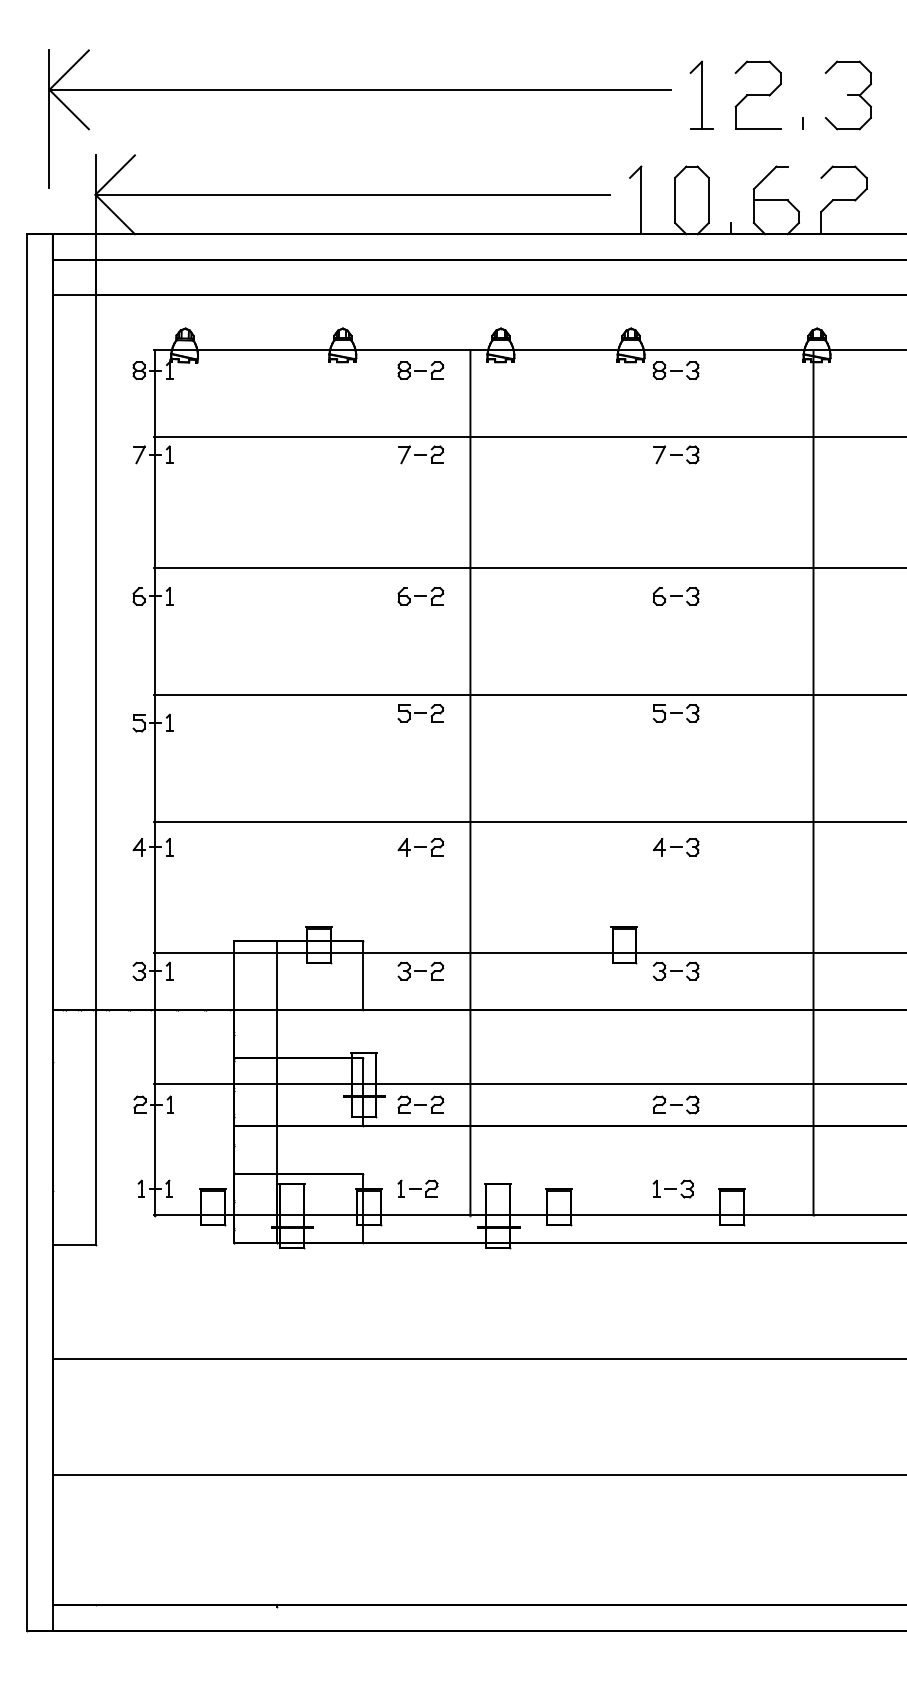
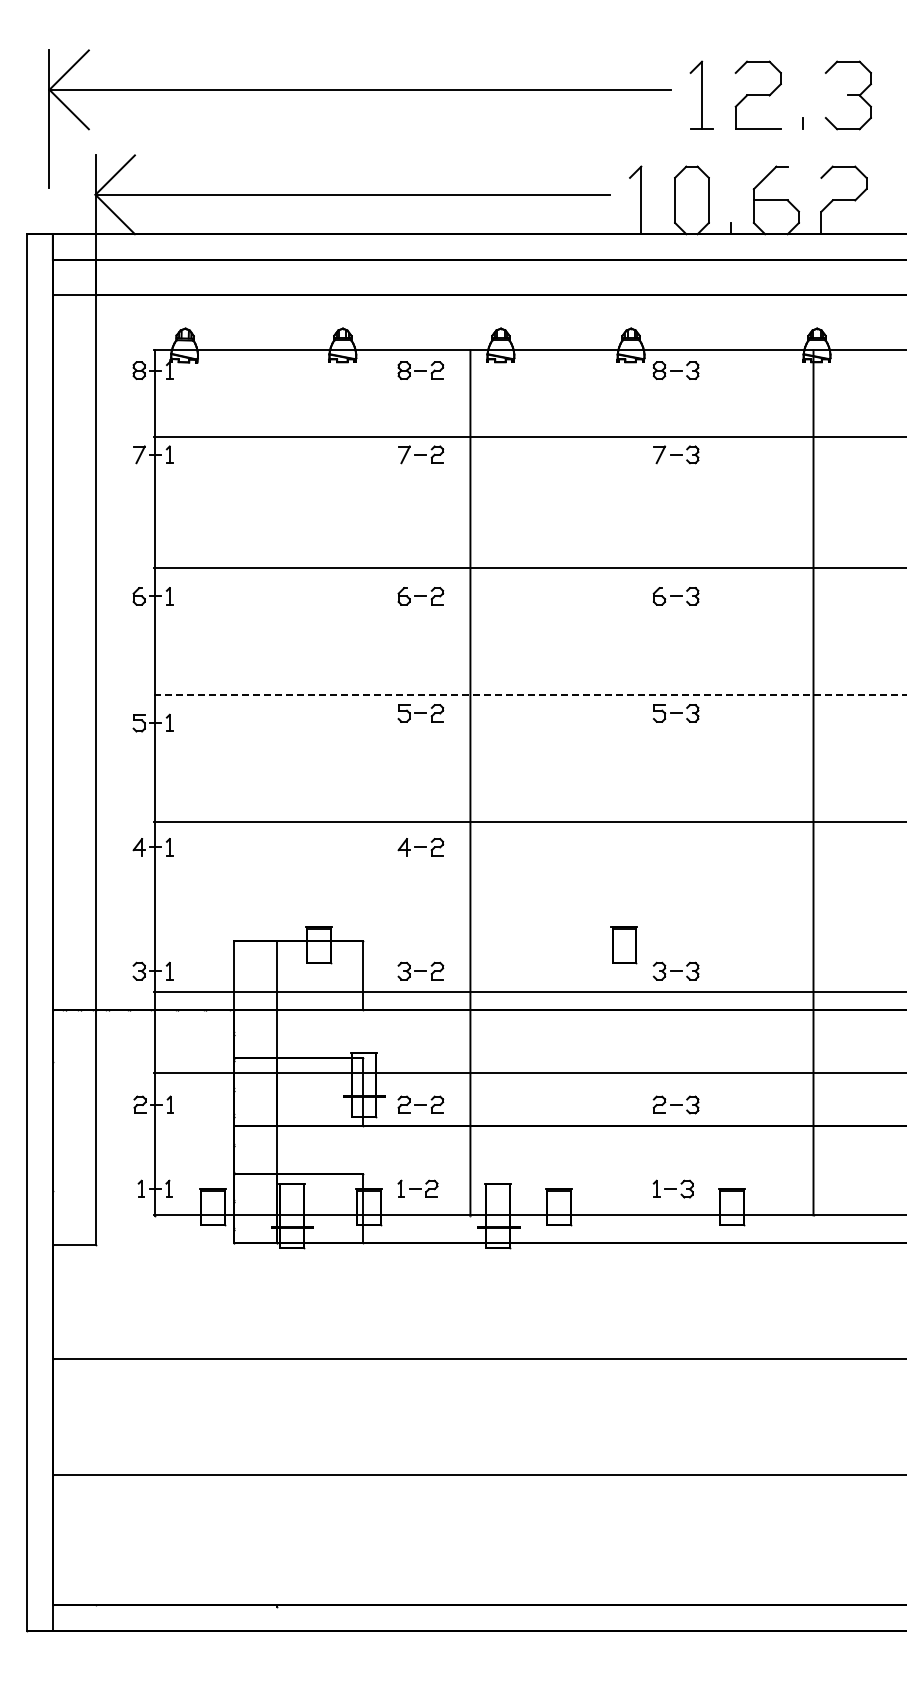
line at (531, 694): solid -> dashed
part at (675, 847): present -> none
line at (528, 952) position: (528, 952) -> (528, 991)
line at (528, 1084) position: (528, 1084) -> (528, 1073)
